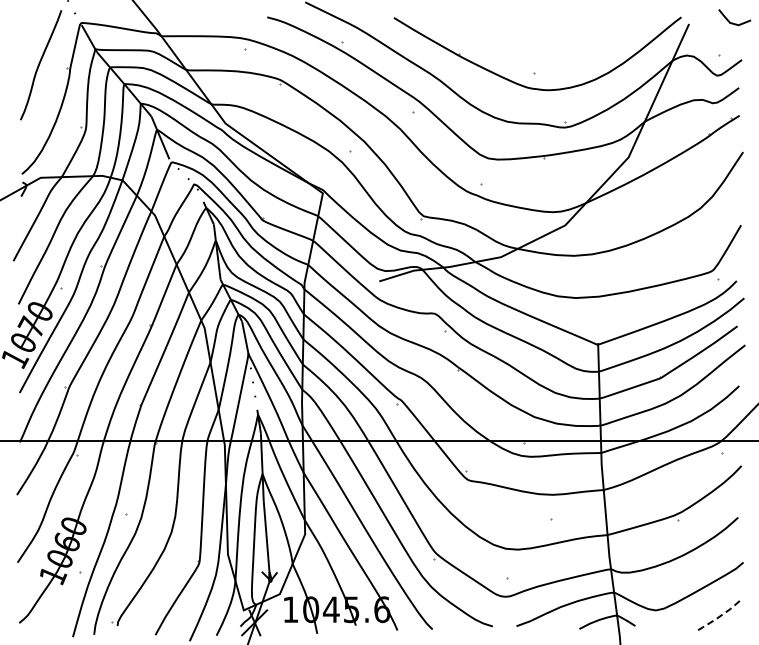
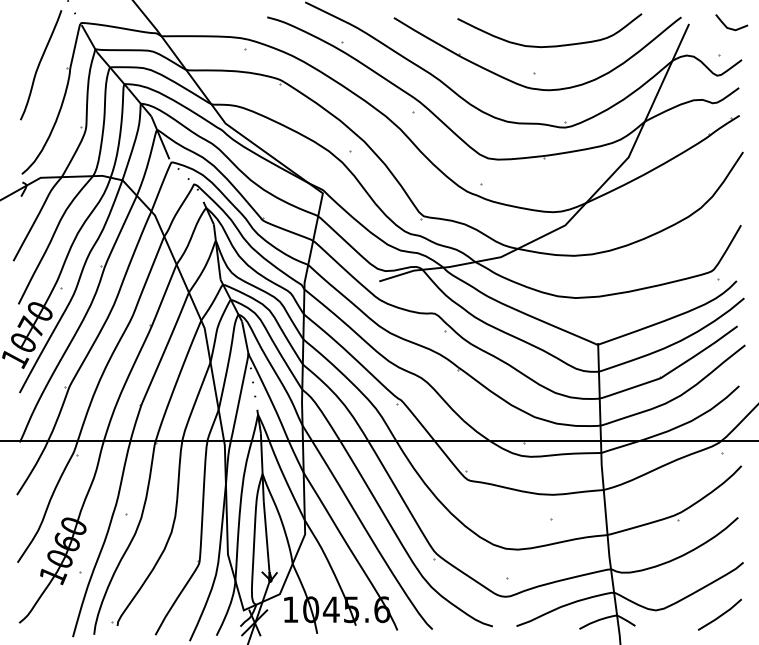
line at (733, 22) position: (733, 22) -> (730, 27)
curve at (549, 45): none -> present
line at (720, 615): dashed -> solid
